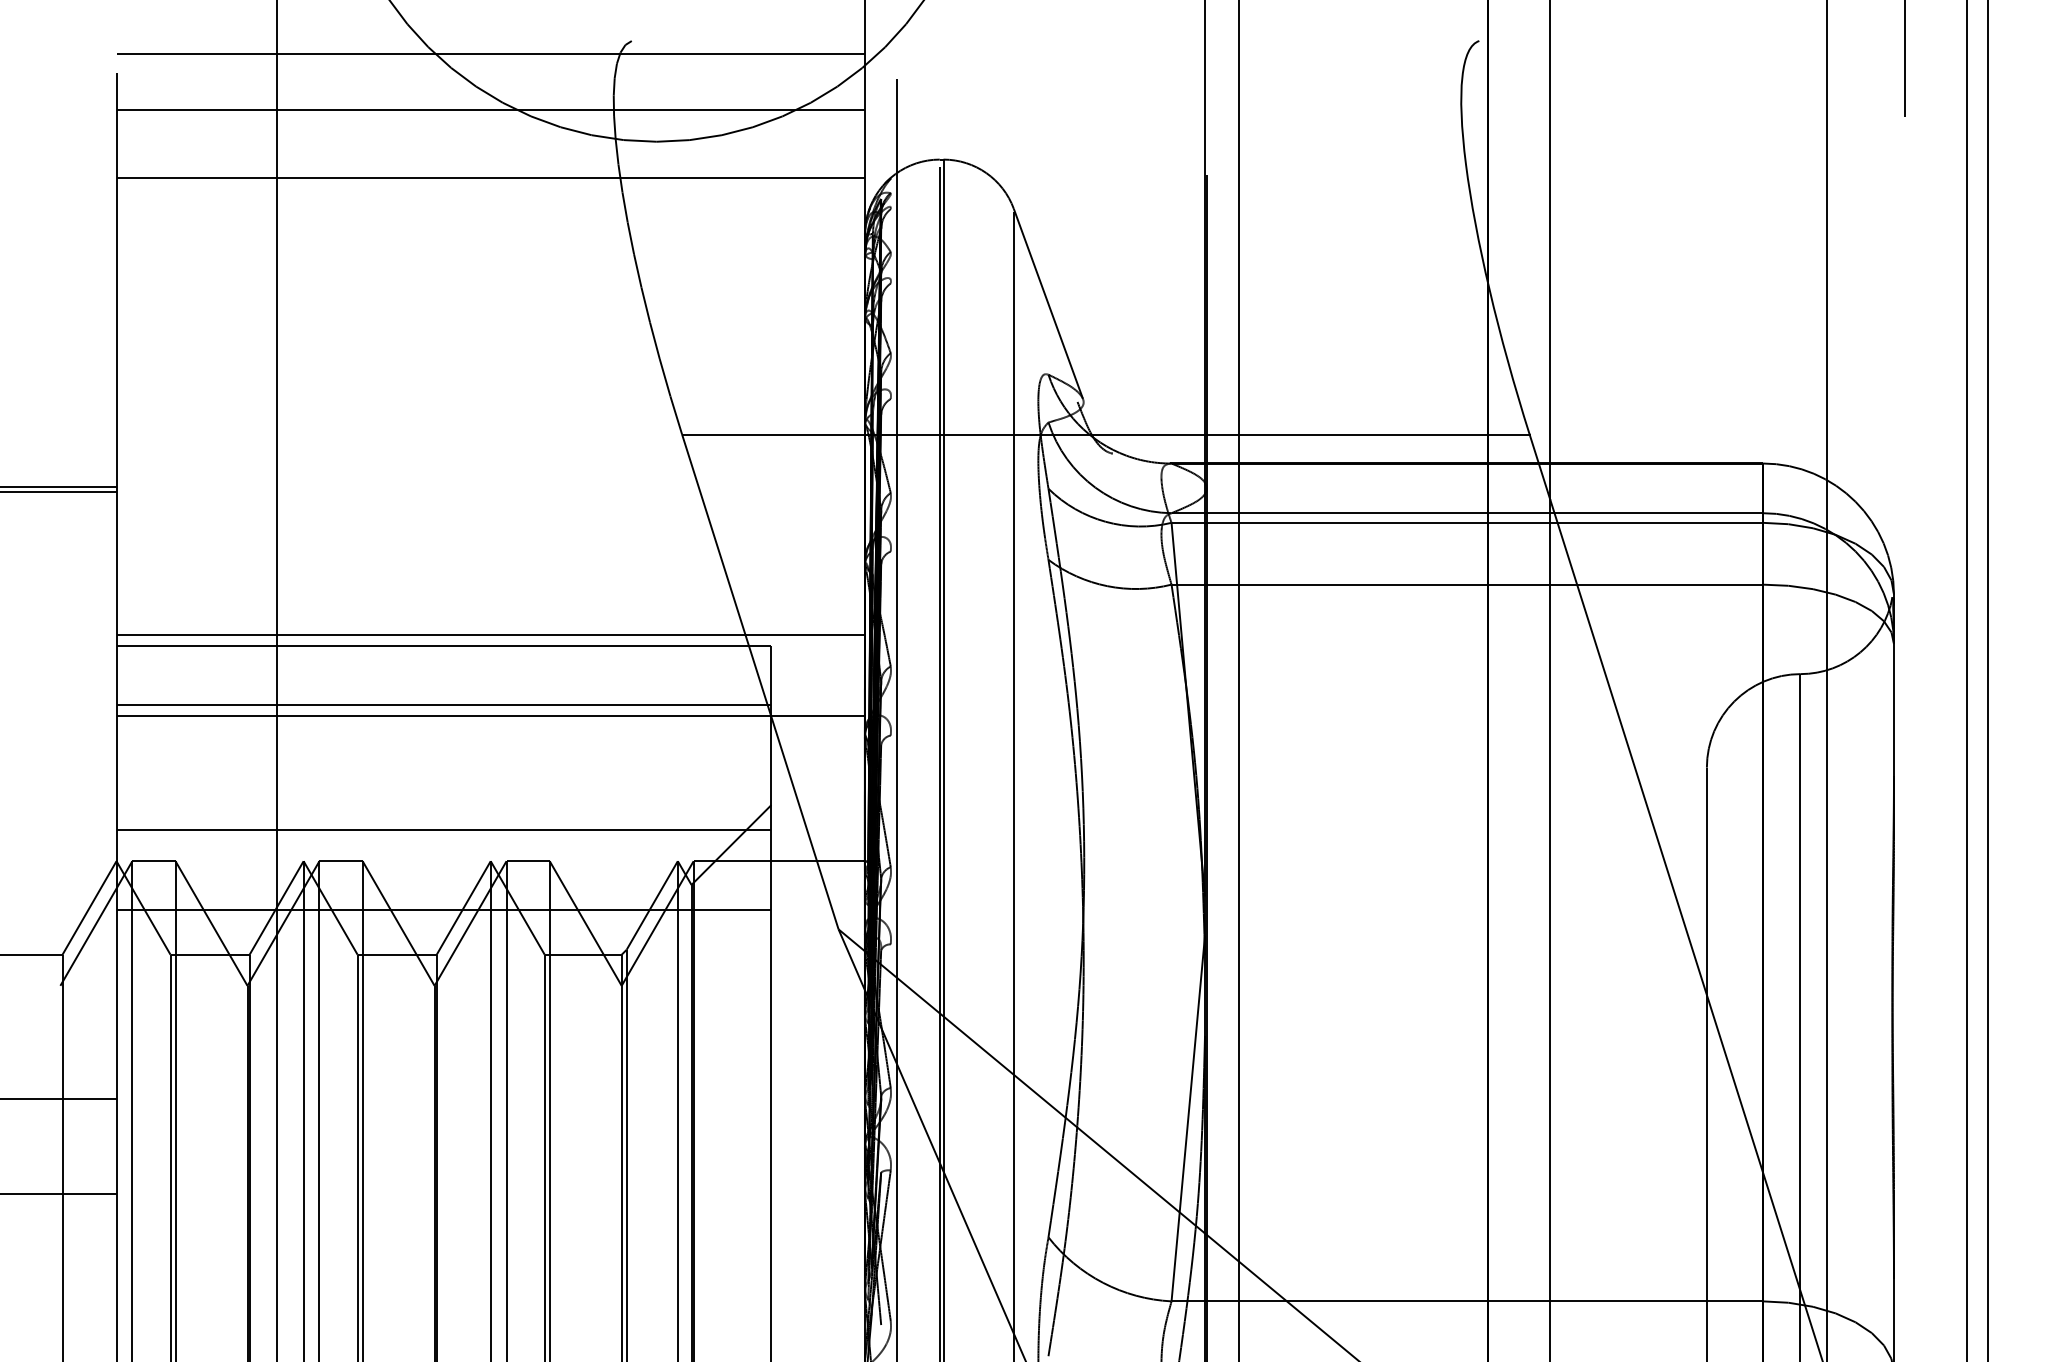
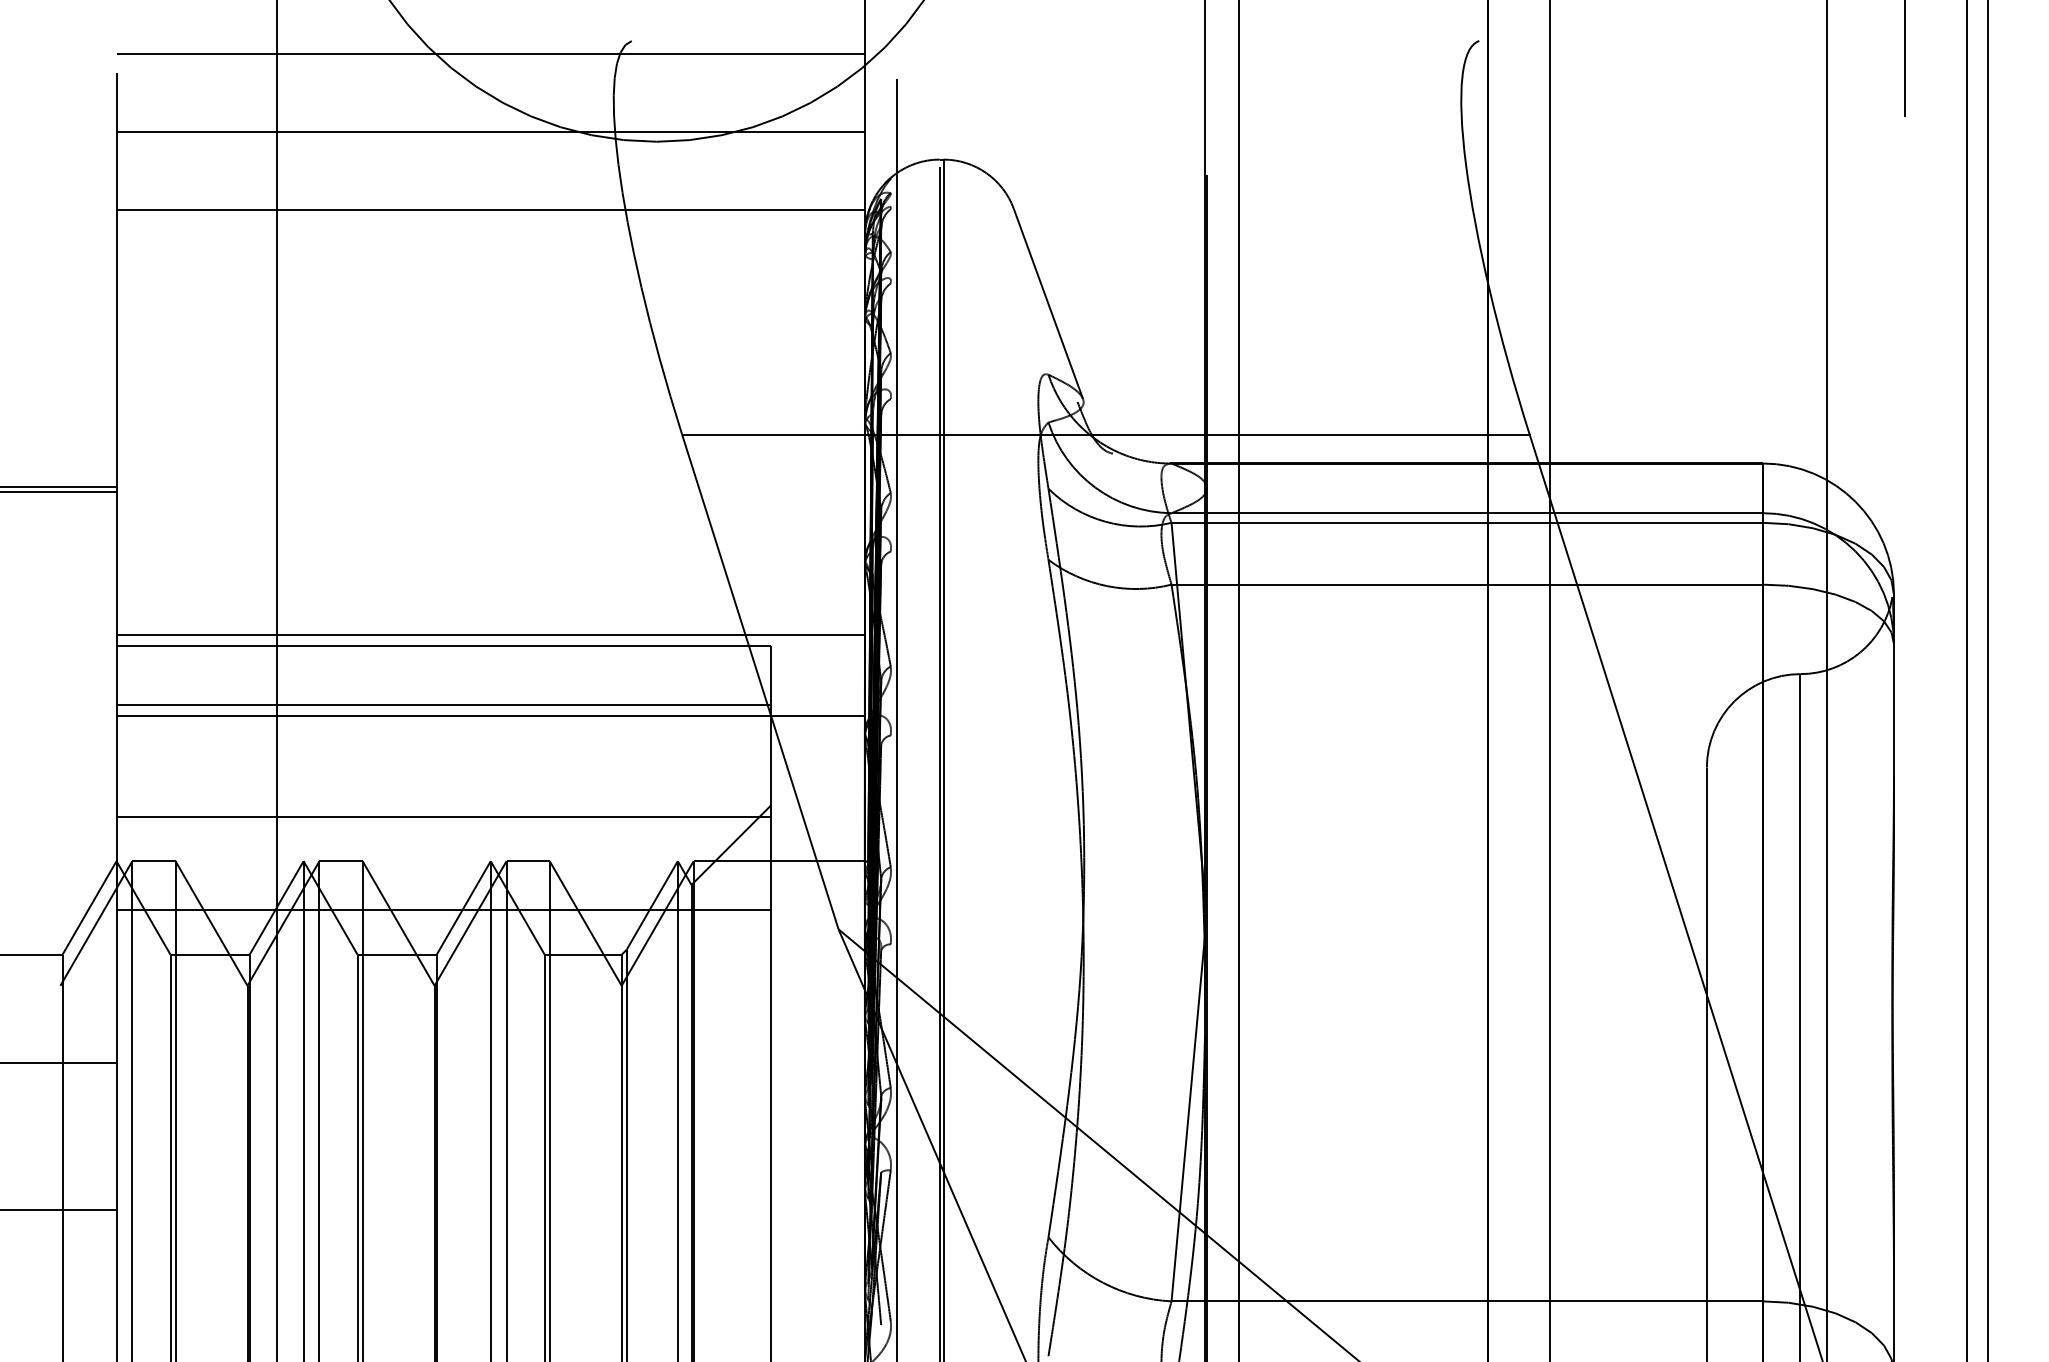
line at (490, 110) position: (490, 110) -> (490, 132)
line at (490, 178) position: (490, 178) -> (490, 210)
line at (1013, 784): present -> none
line at (443, 829) position: (443, 829) -> (443, 816)
line at (59, 1098) position: (59, 1098) -> (59, 1062)
line at (59, 1193) position: (59, 1193) -> (59, 1209)
